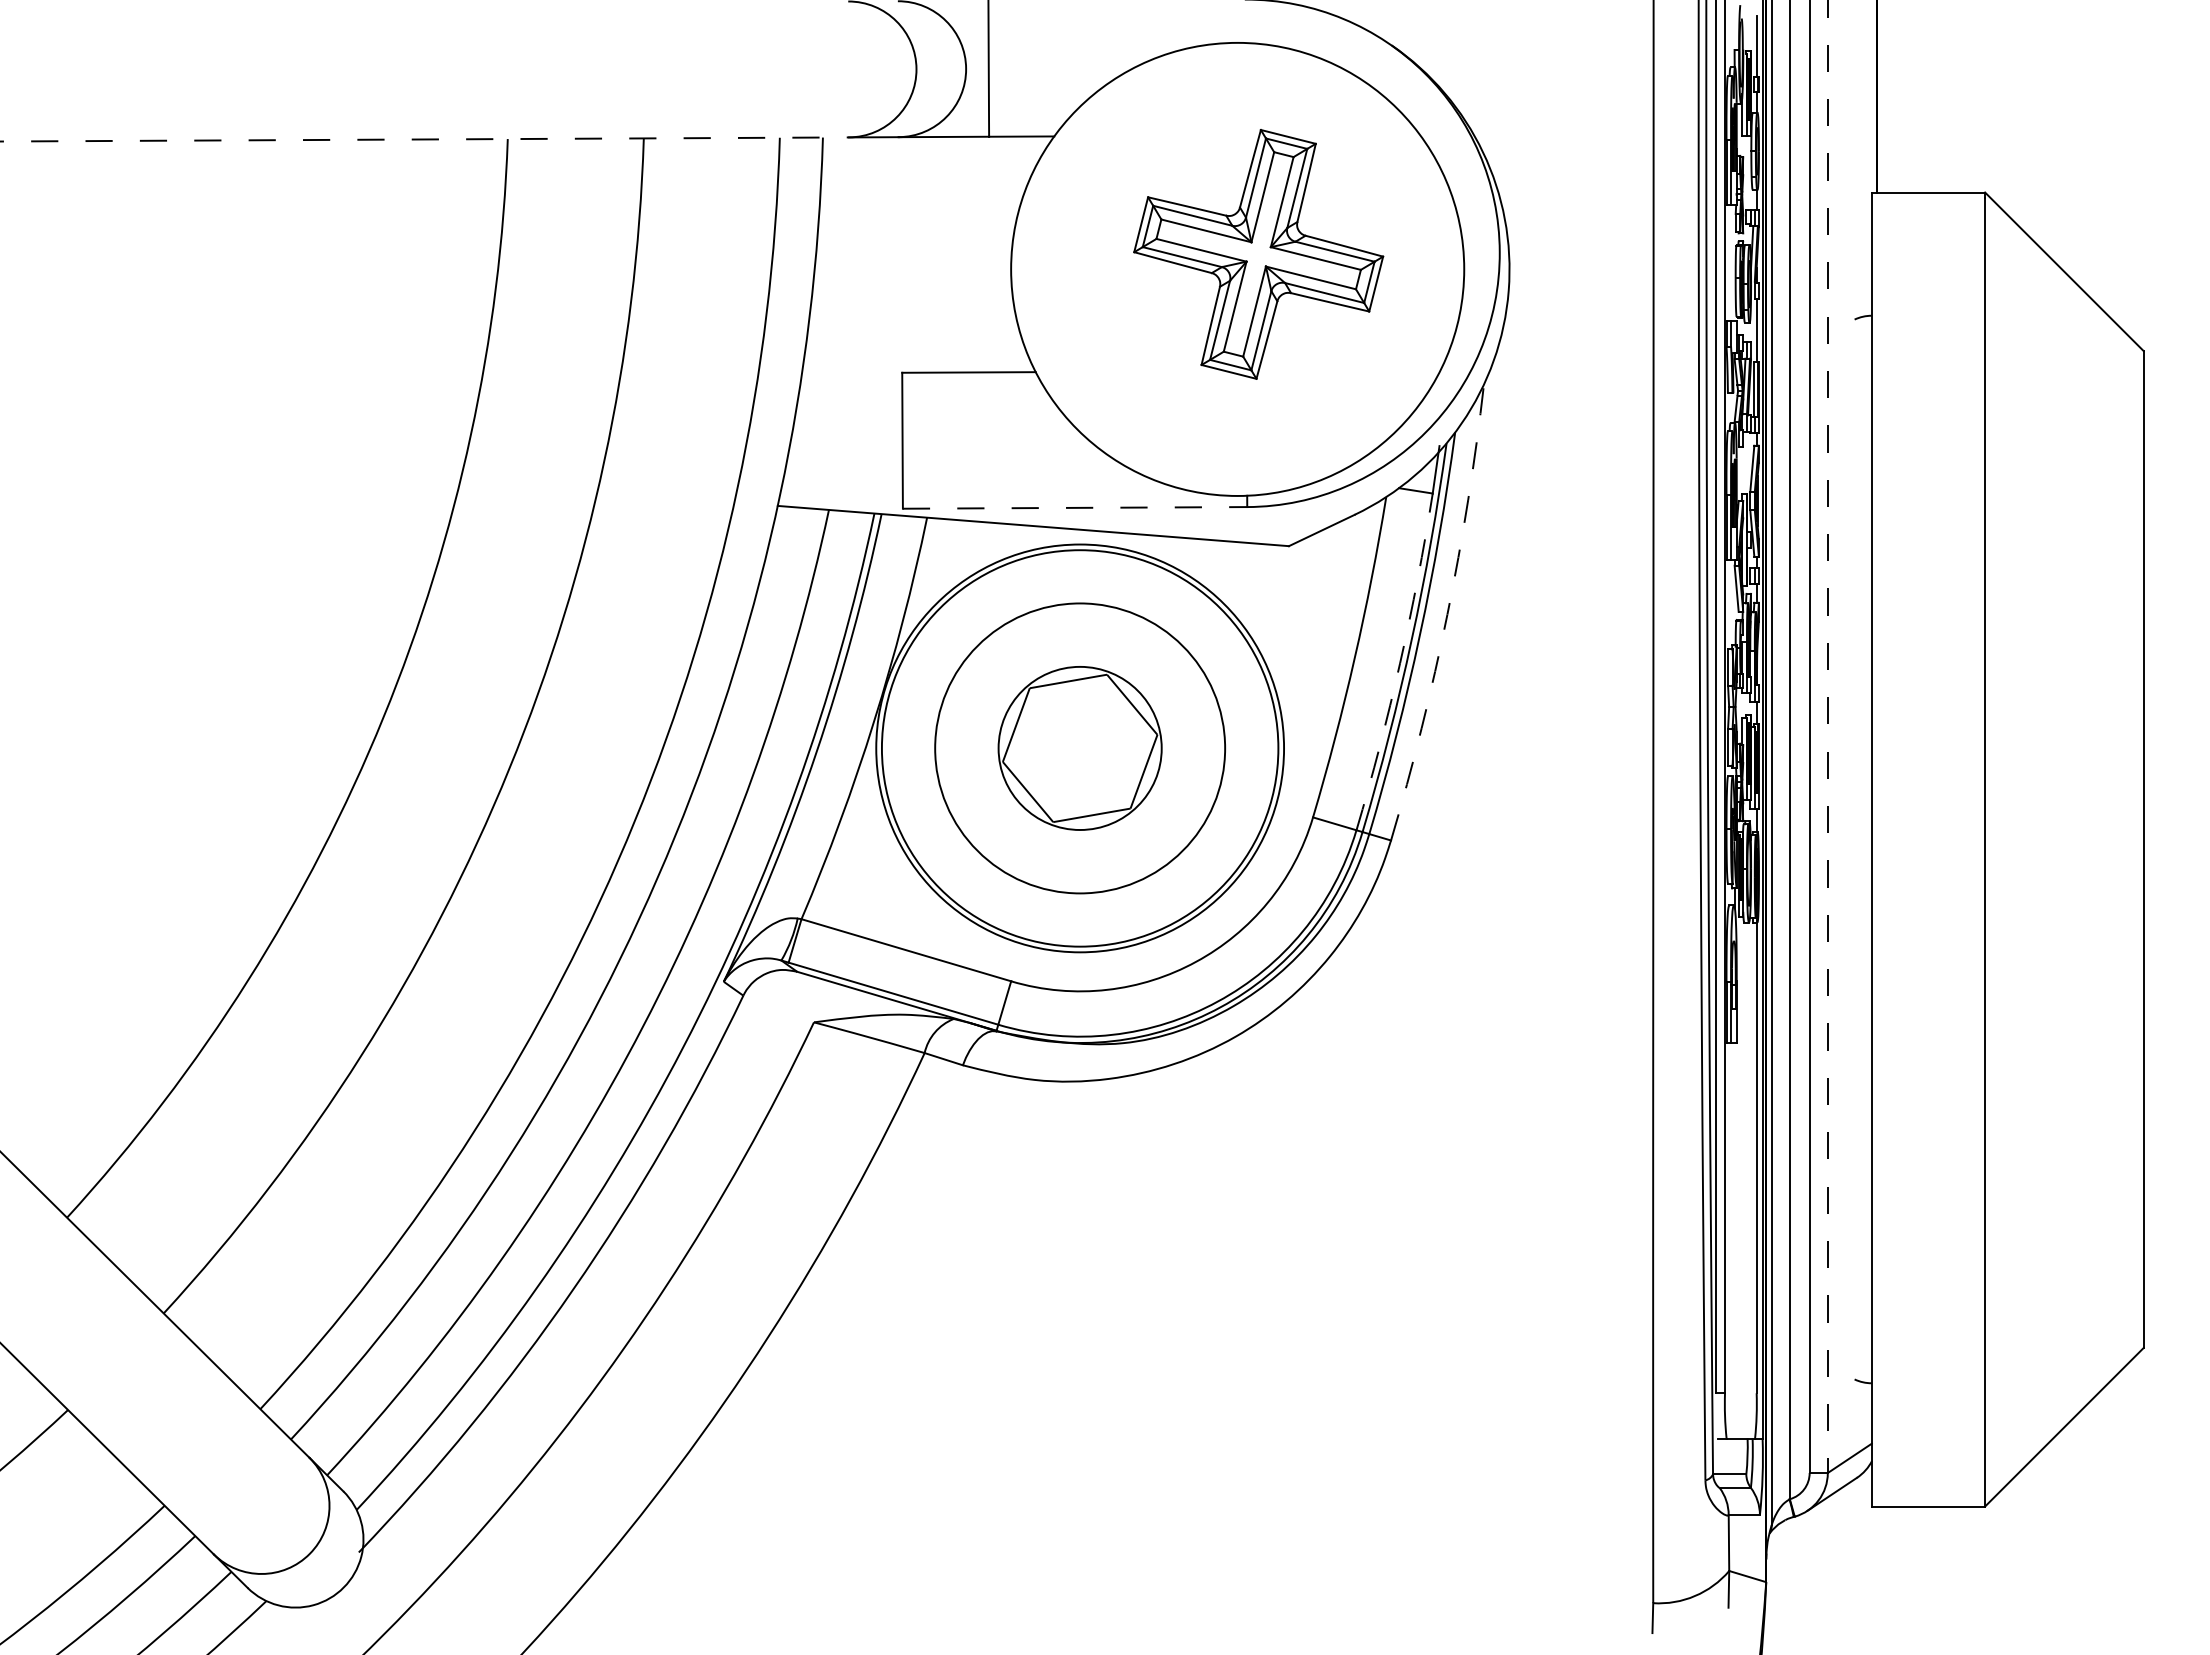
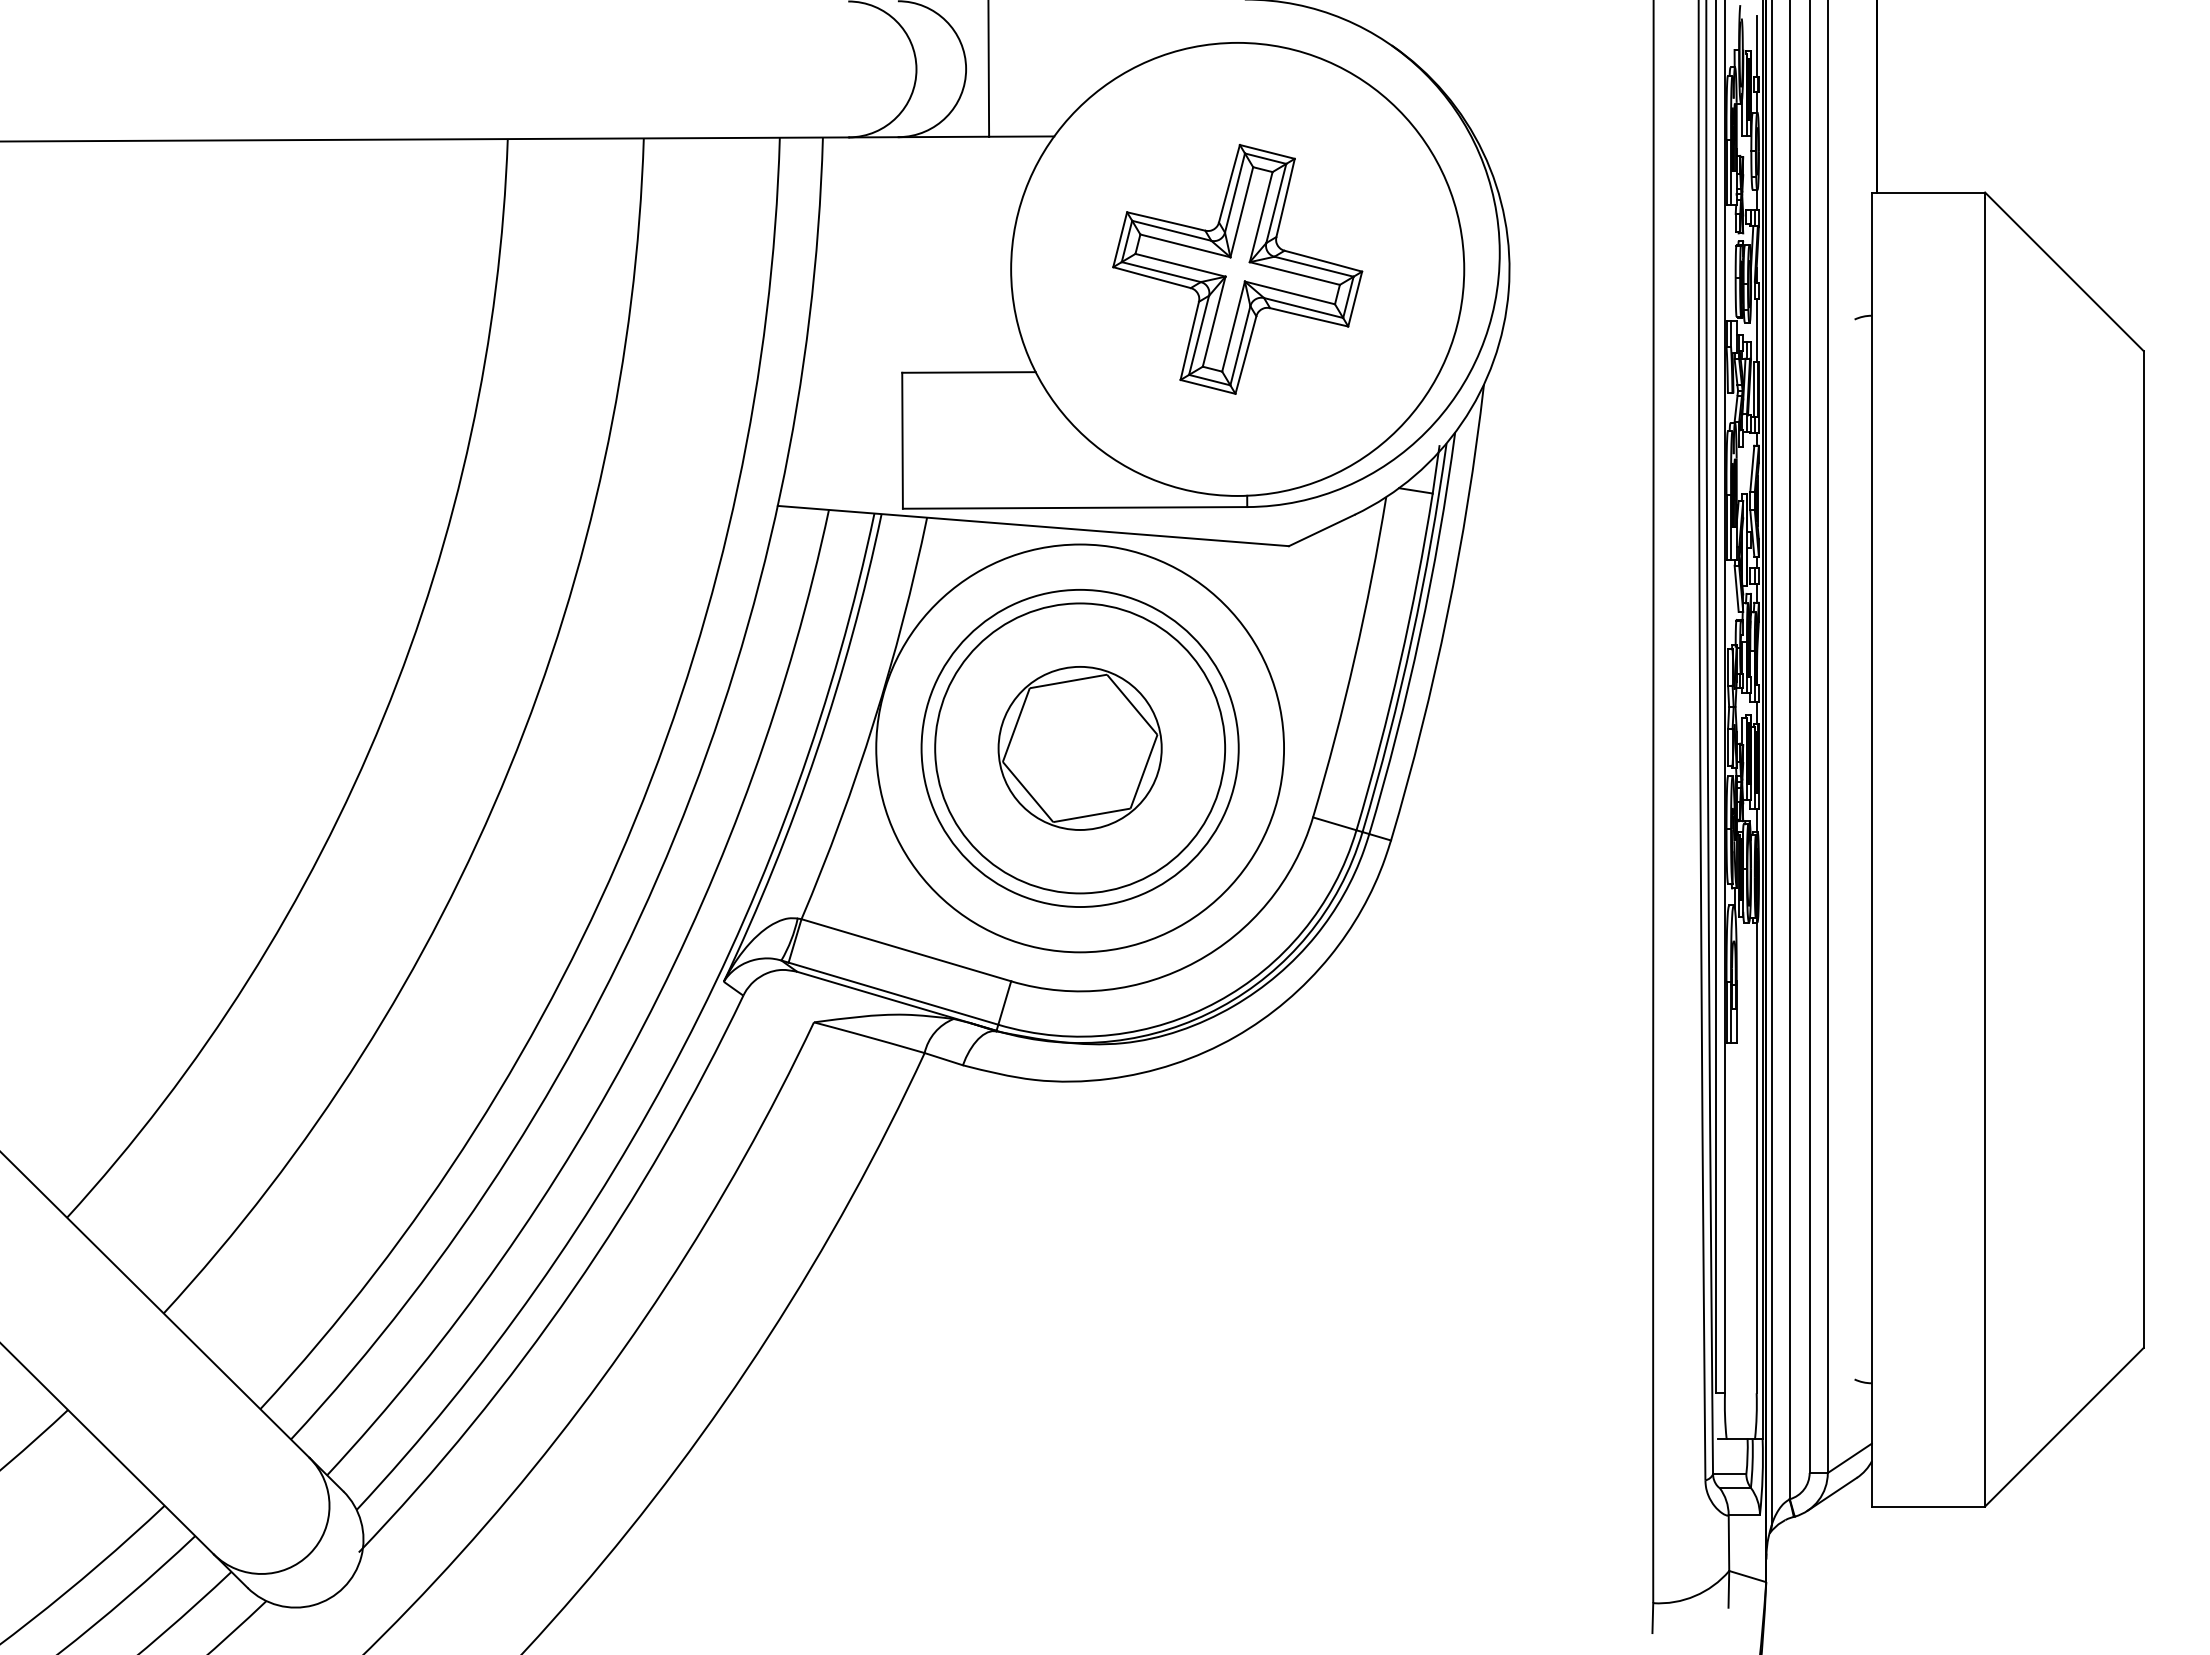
line at (424, 139): dashed -> solid
part at (1258, 254) position: (1258, 254) -> (1237, 269)
line at (1075, 507): dashed -> solid
arc at (1447, 614): dashed -> solid
arc at (1400, 663): dashed -> solid
line at (1827, 737): dashed -> solid
circle at (1079, 748) diameter: 396 px -> 317 px
